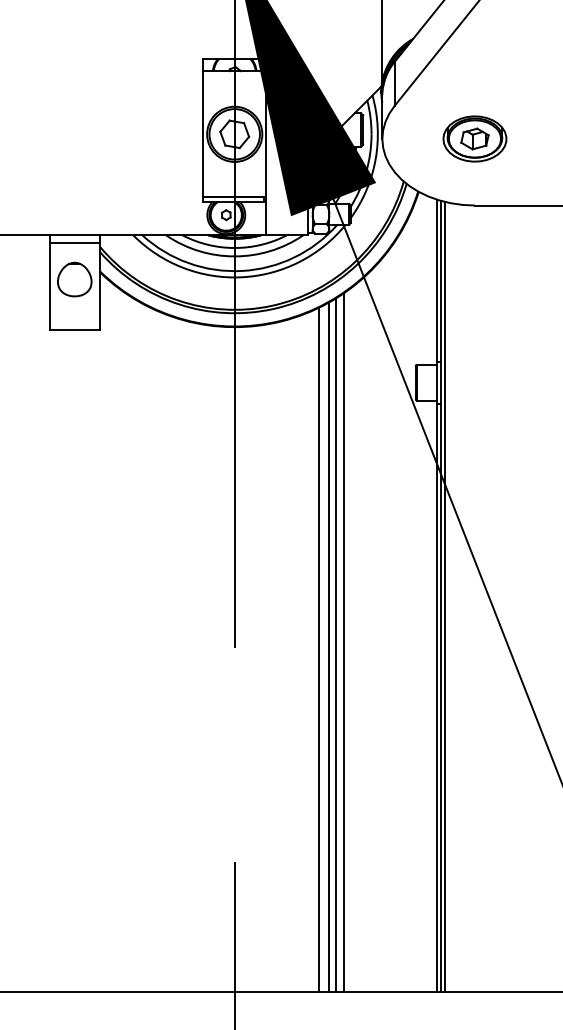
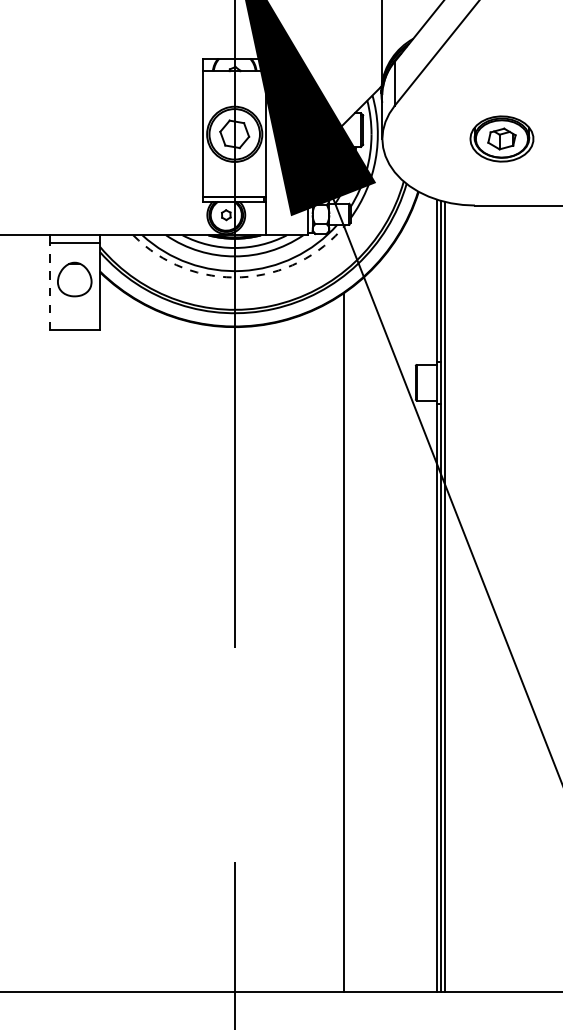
part at (474, 138) position: (474, 138) -> (501, 138)
arc at (241, 277): solid -> dashed
line at (49, 286): solid -> dashed
line at (335, 645): present -> none
line at (329, 647): present -> none
line at (318, 650): present -> none
